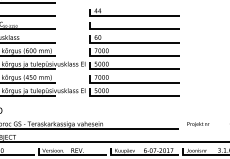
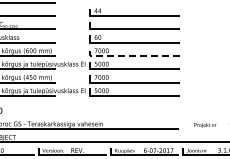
line at (130, 56): solid -> dashed
text at (198, 124) position: (198, 124) -> (205, 125)
